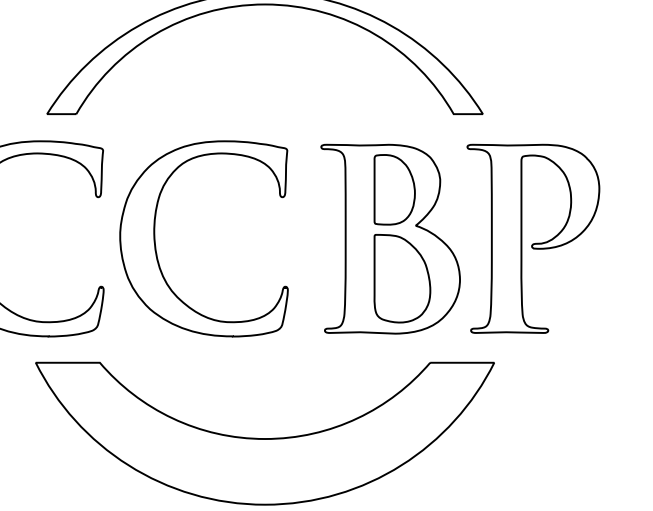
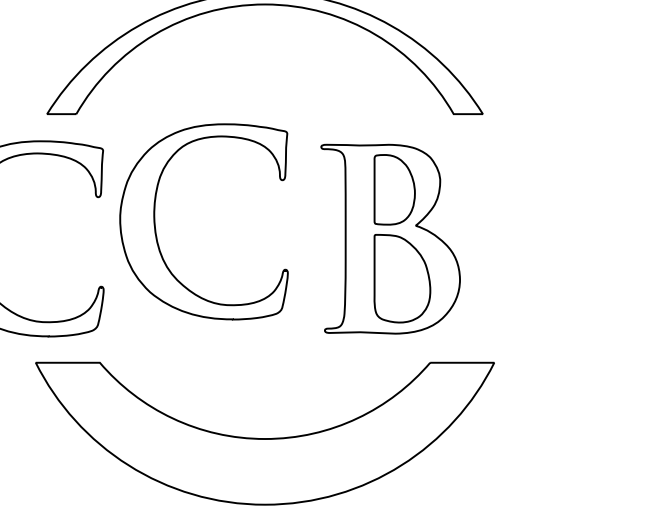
part at (533, 238): present -> none
part at (156, 246) position: (156, 246) -> (156, 229)
